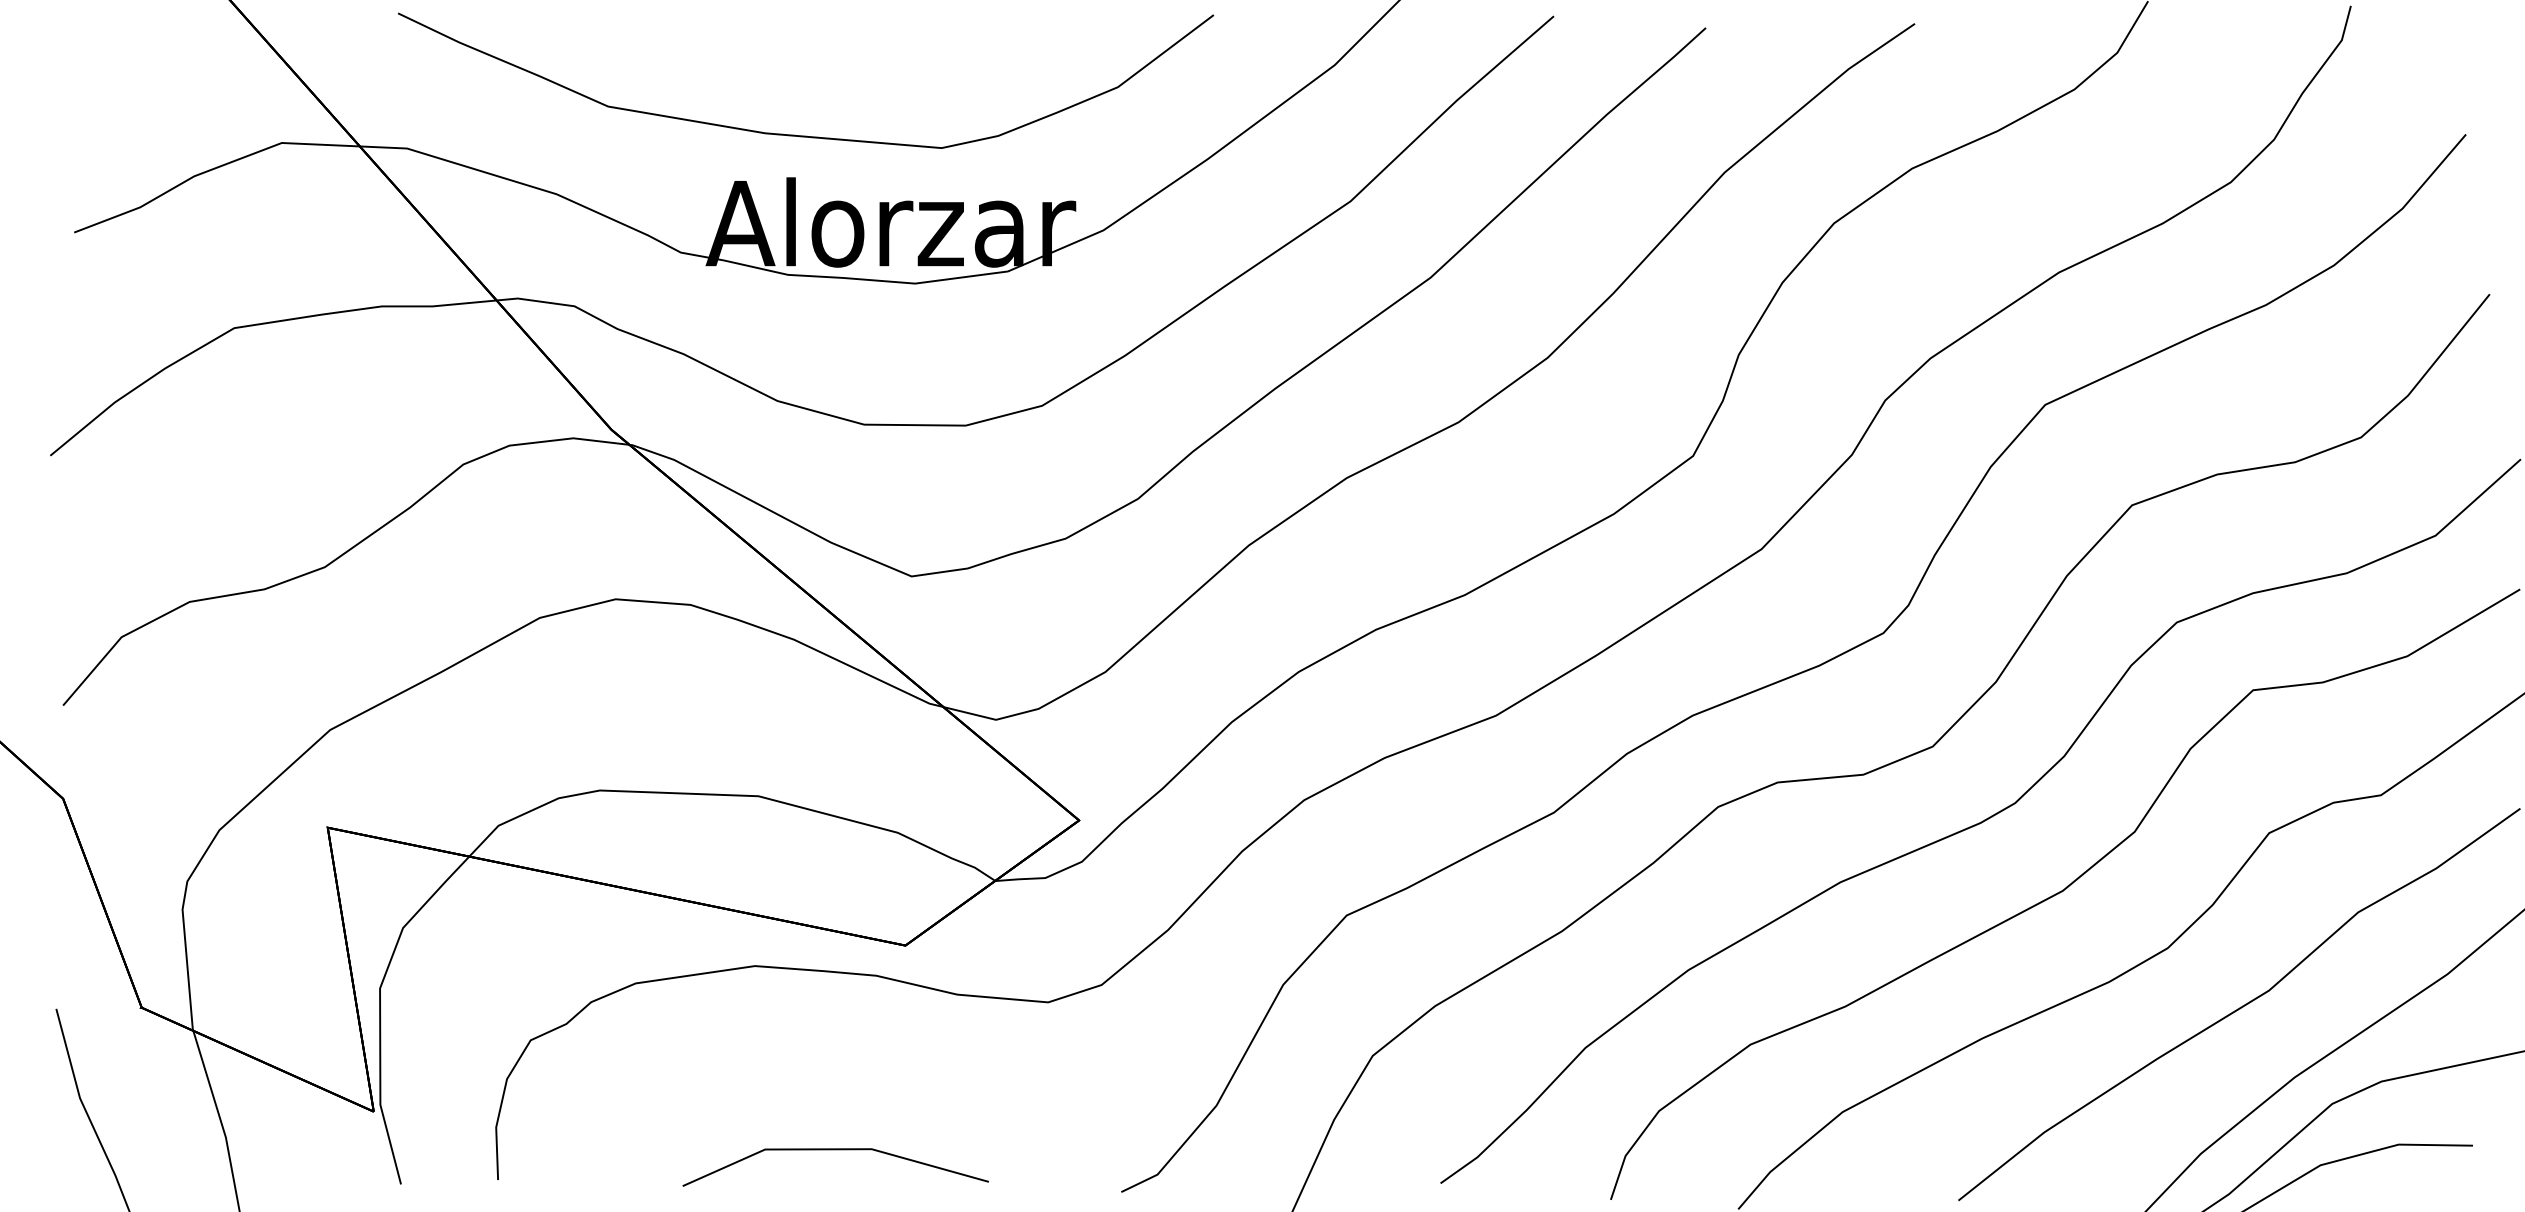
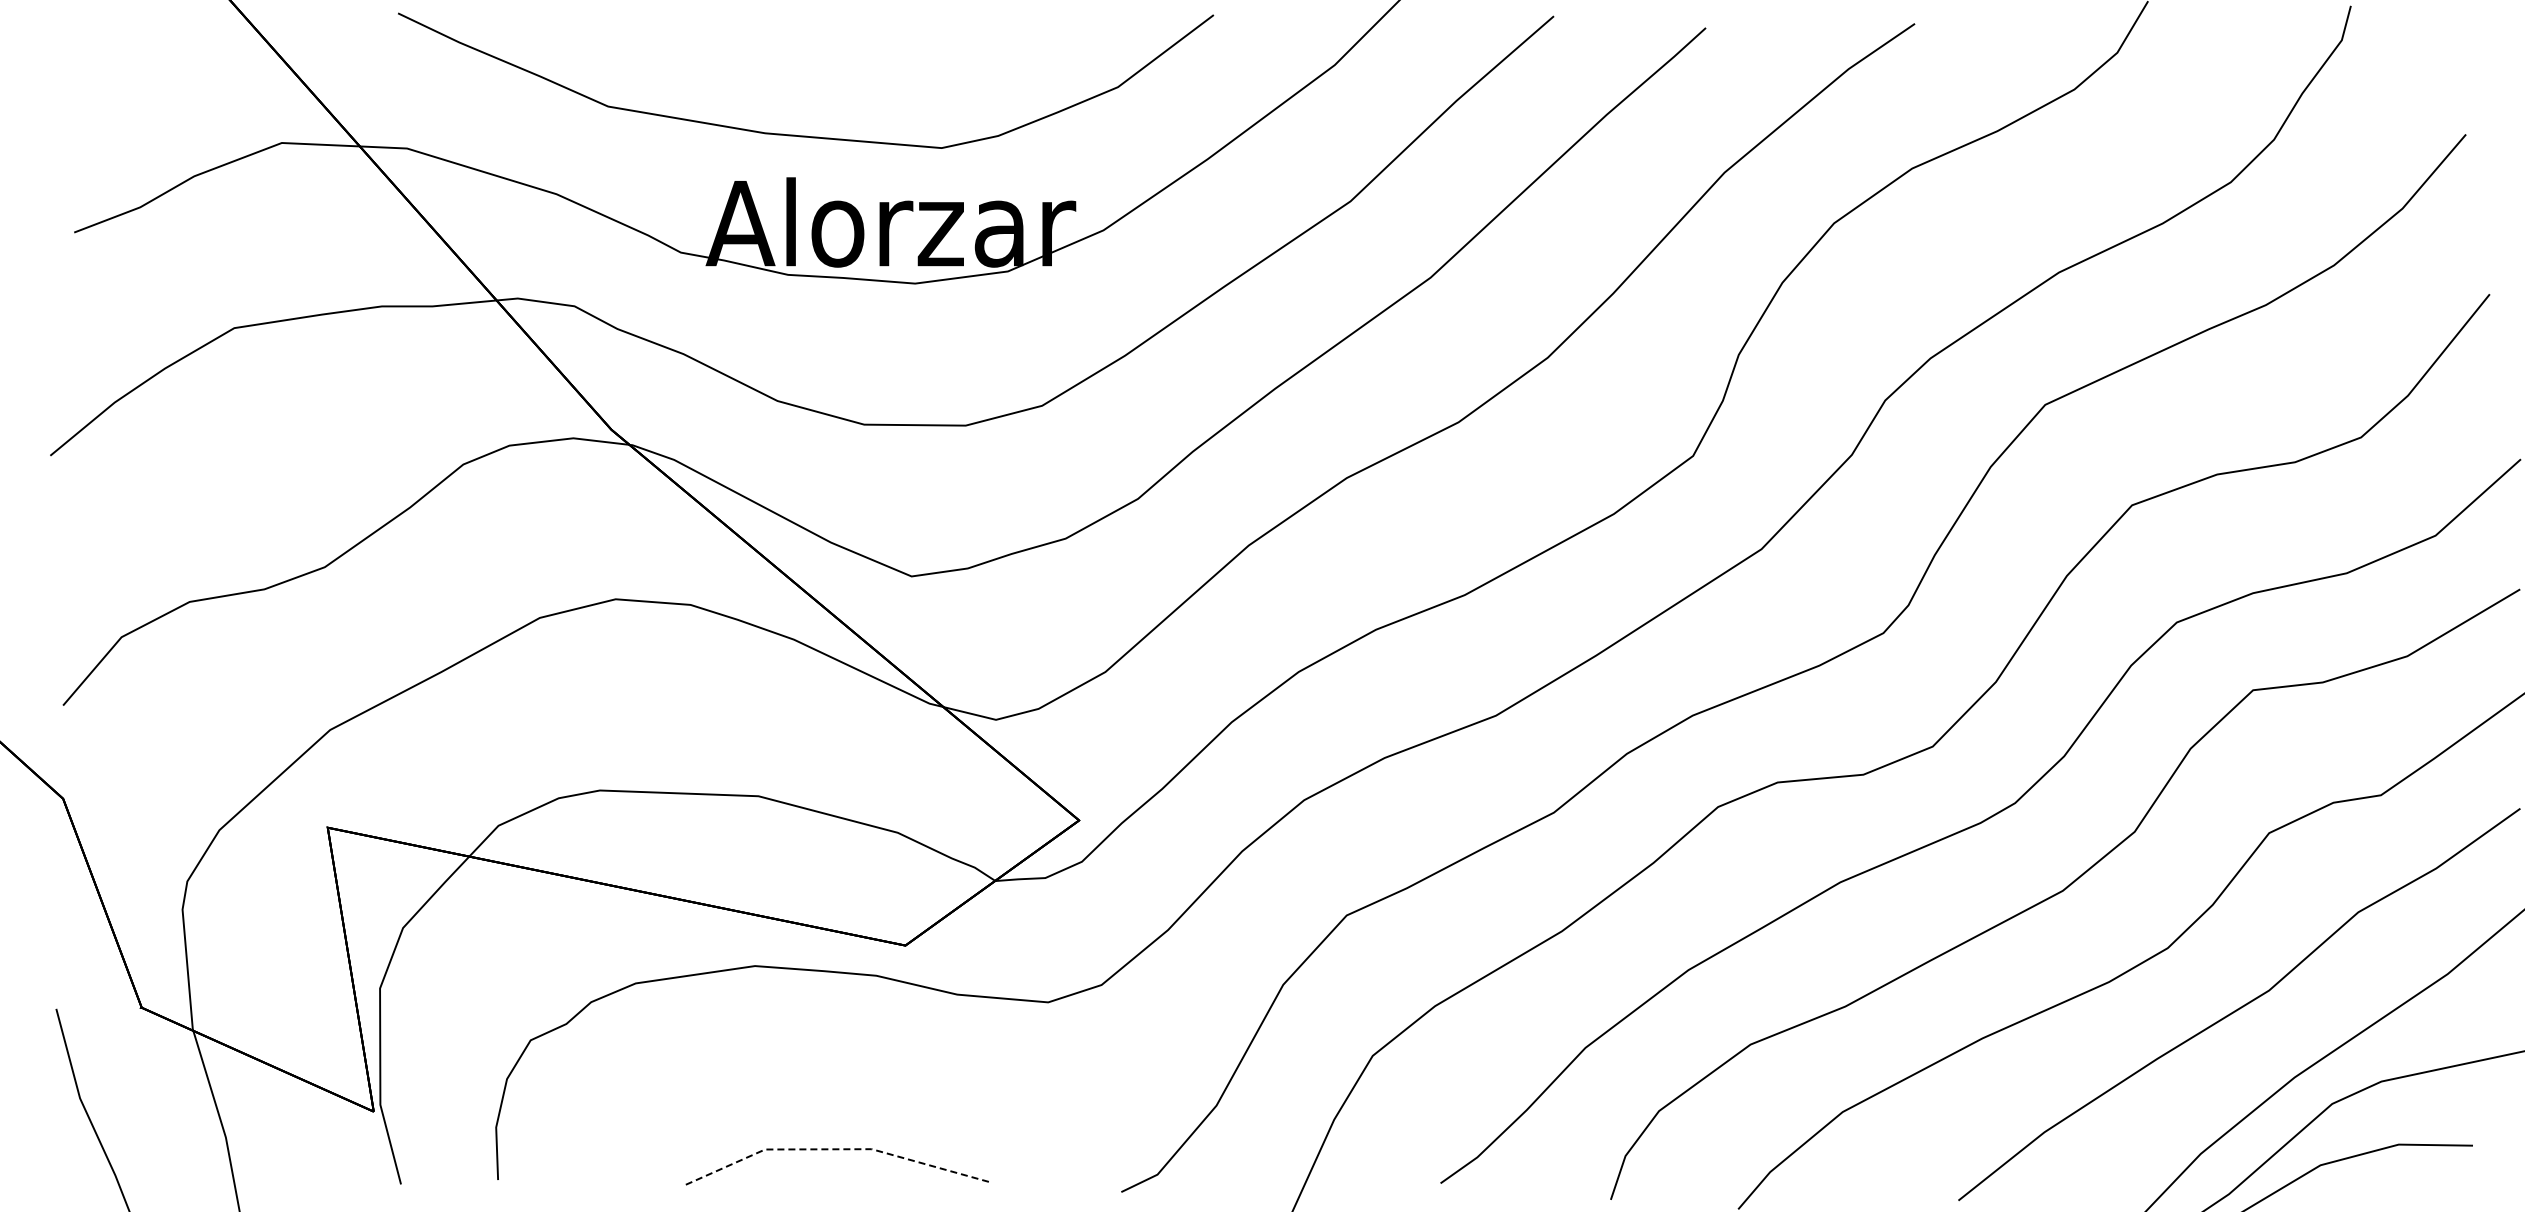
line at (833, 1149): solid -> dashed
